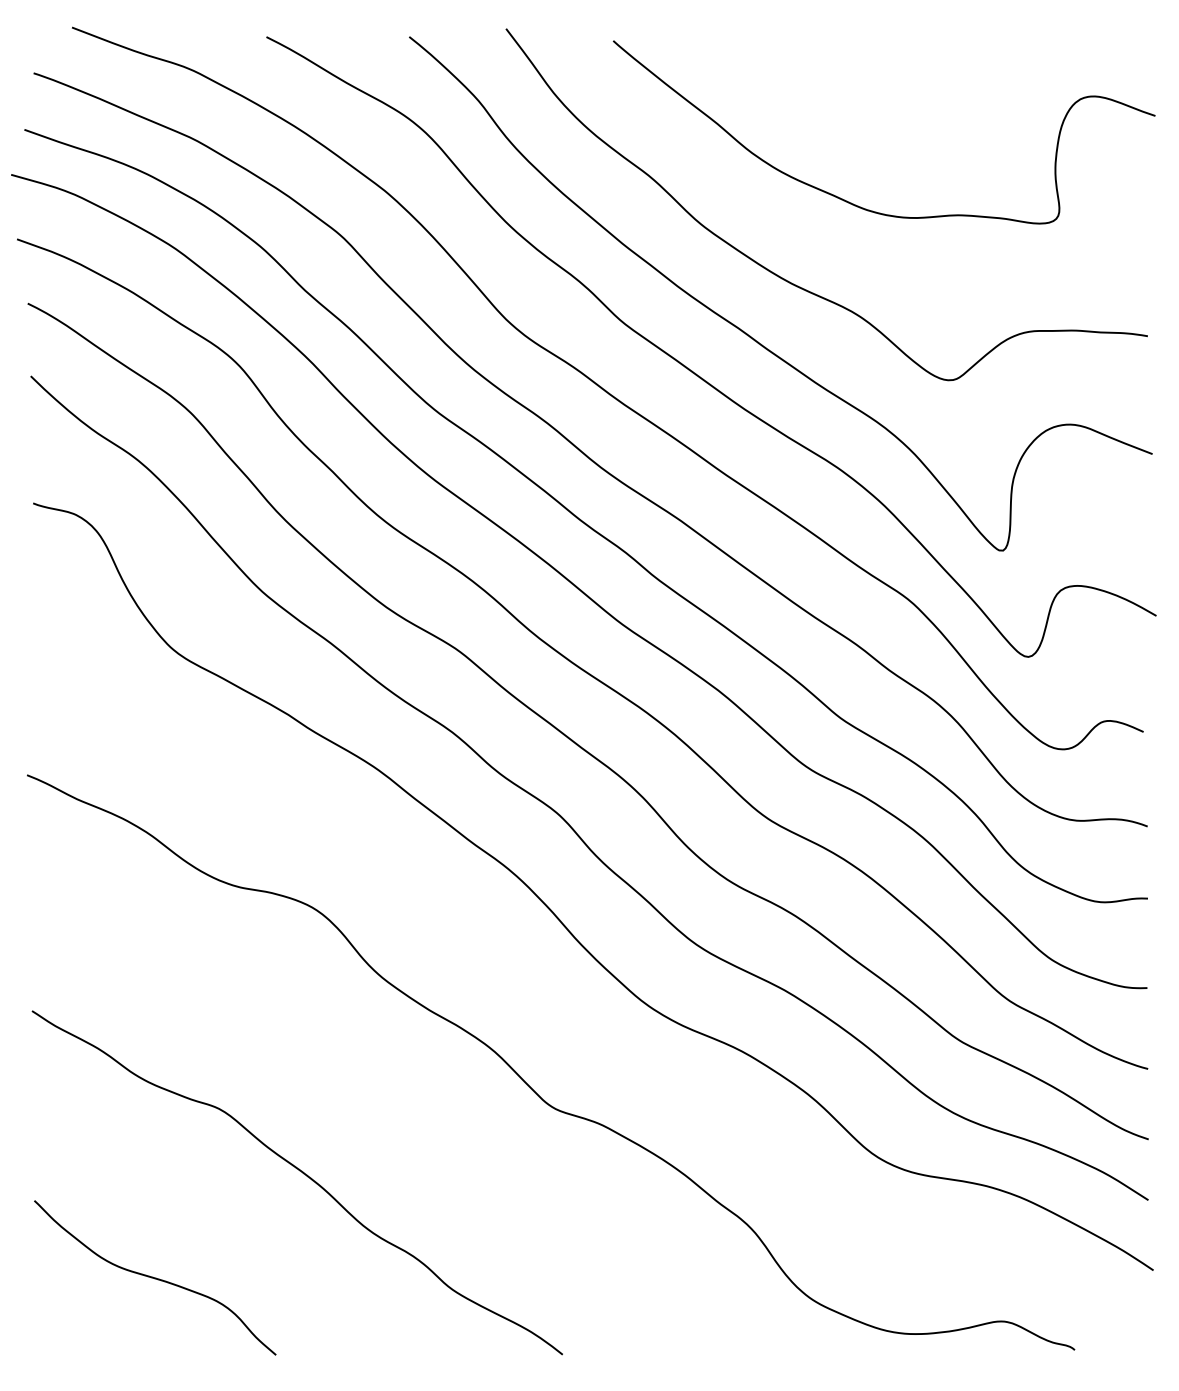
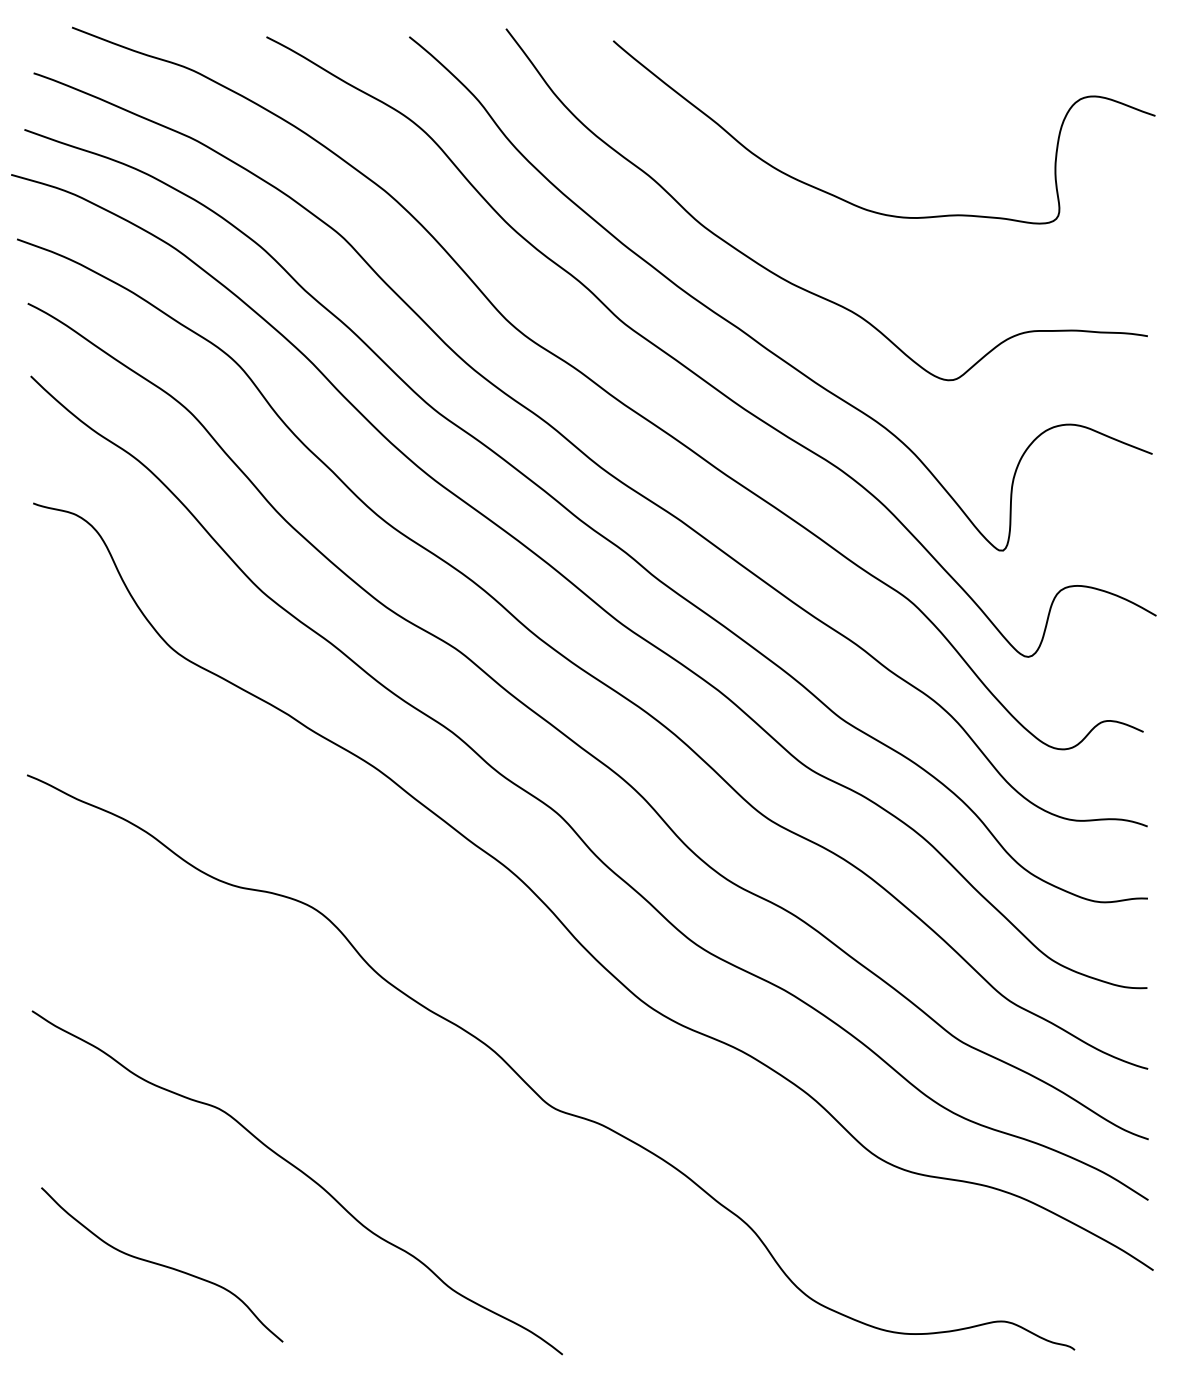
curve at (155, 1277) position: (155, 1277) -> (162, 1264)
